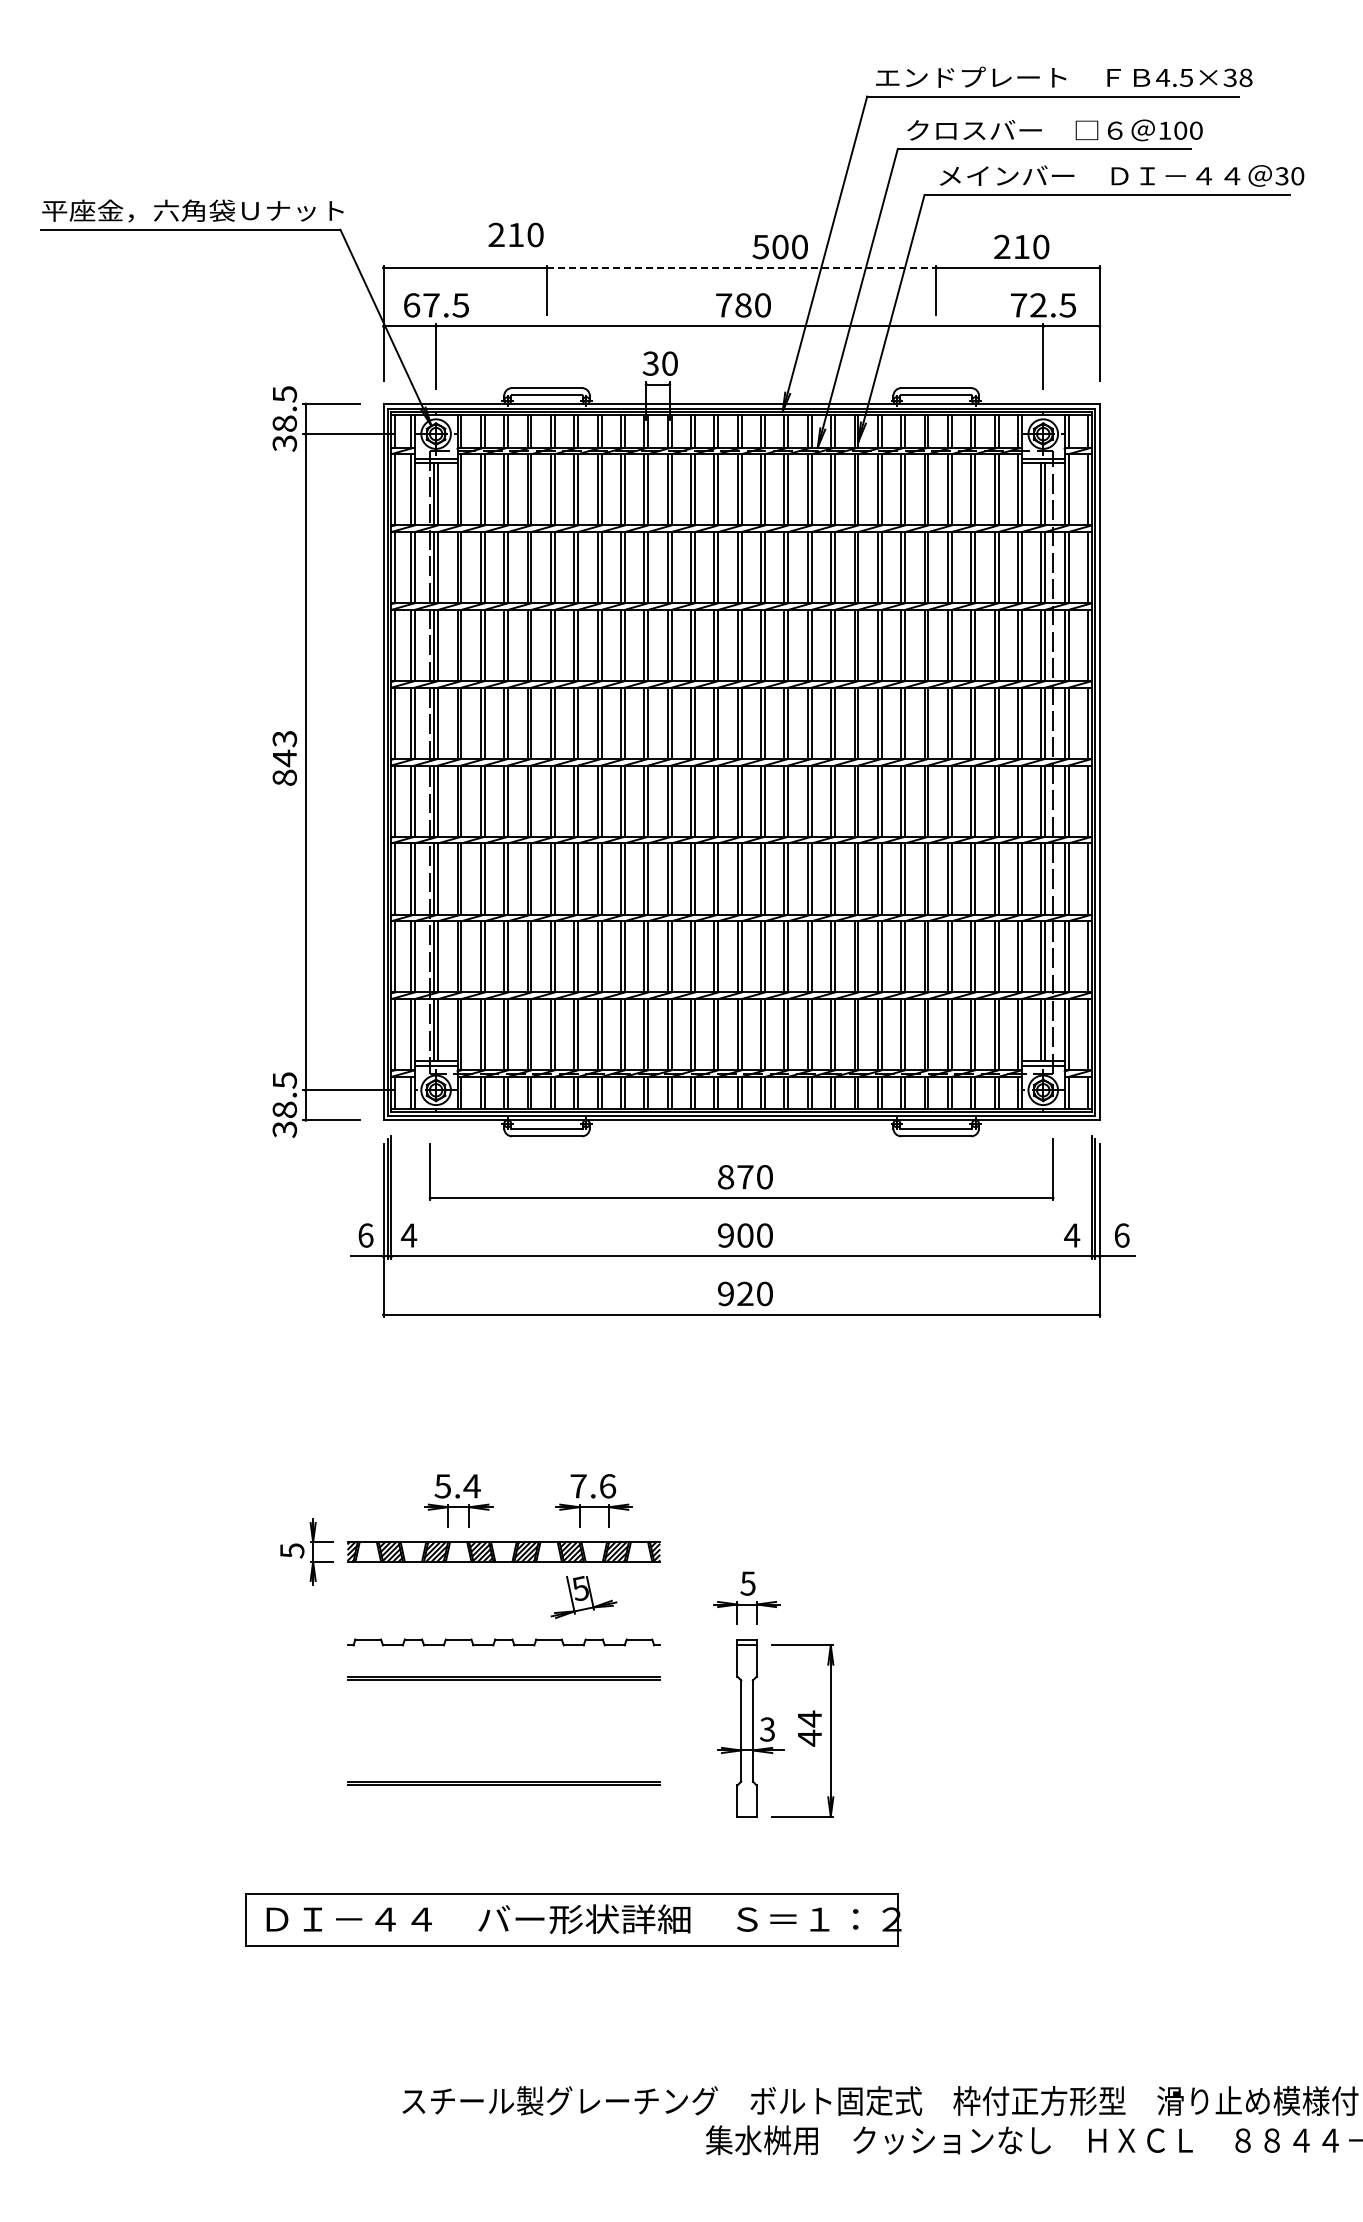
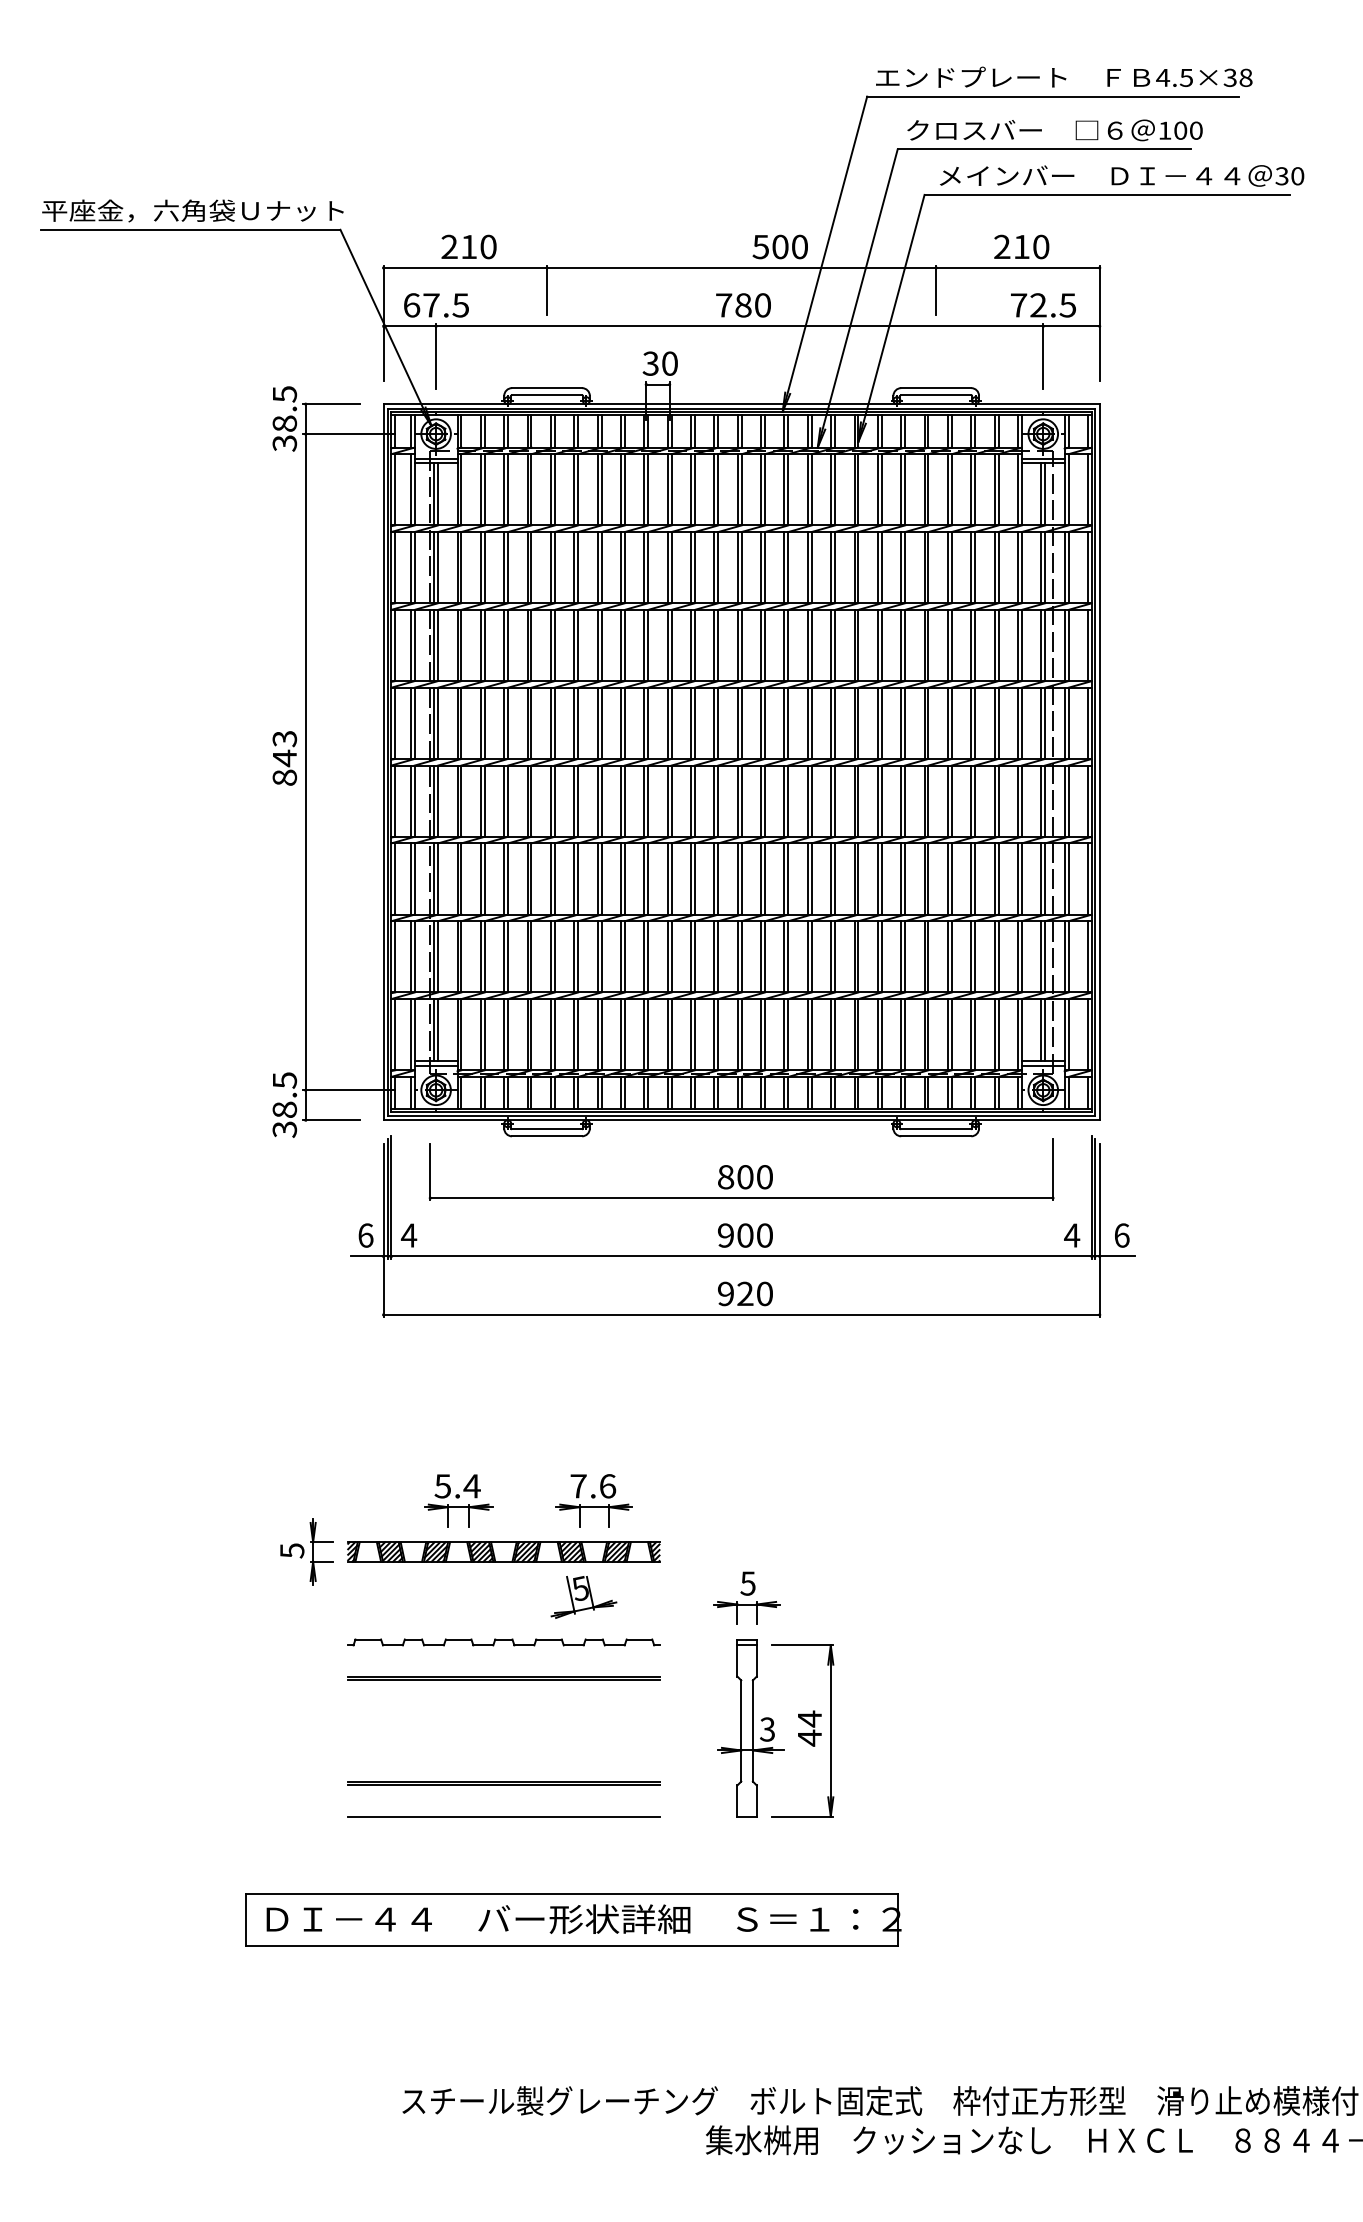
text at (515, 234) position: (515, 234) -> (468, 246)
line at (741, 267): dashed -> solid
text at (745, 1177): 870 -> 800
line at (503, 1816): none -> present
